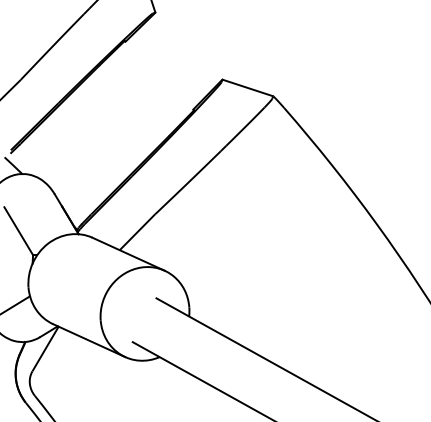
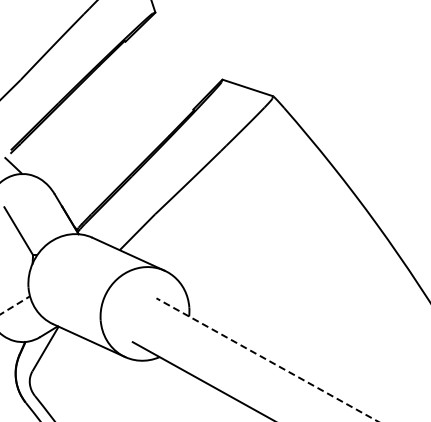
line at (15, 305): solid -> dashed
line at (267, 360): solid -> dashed
